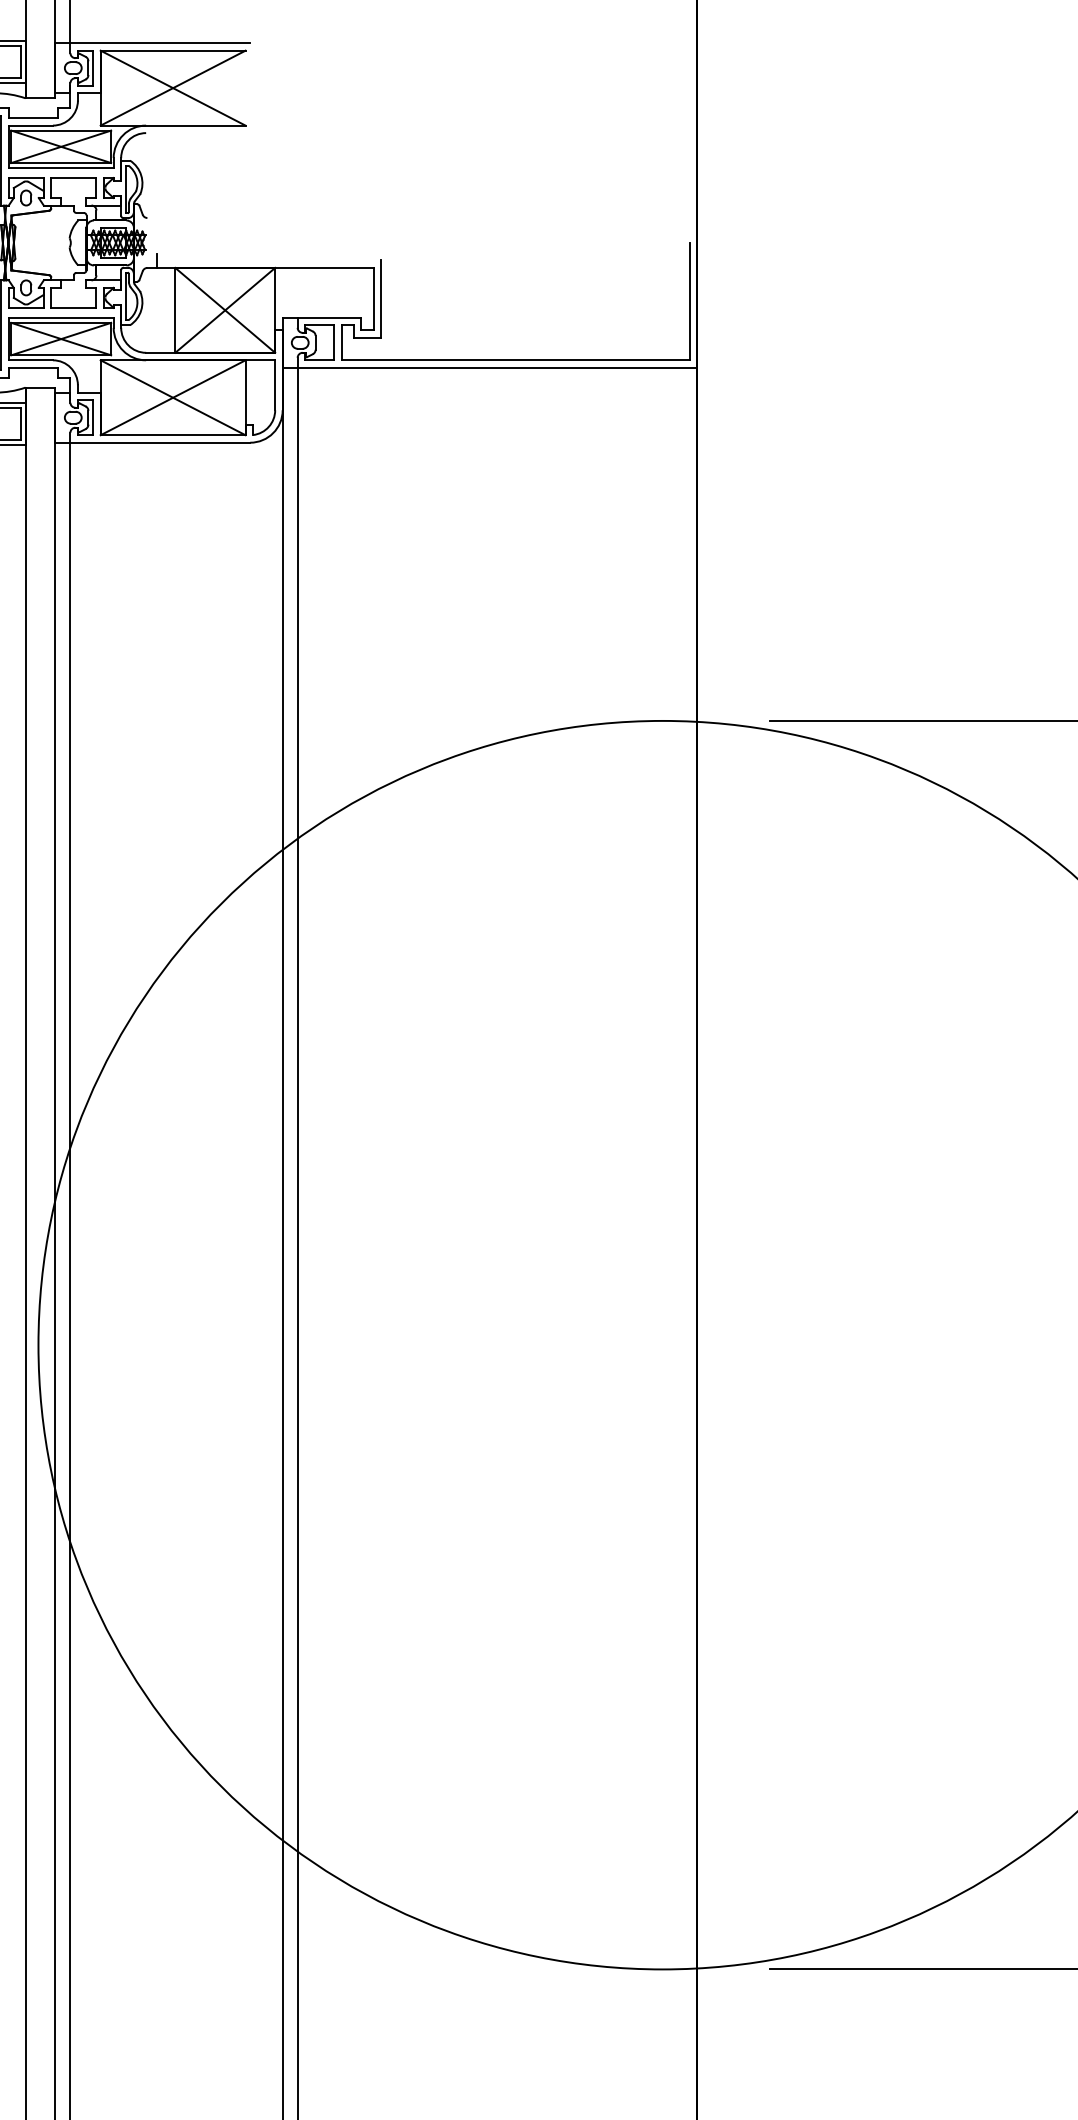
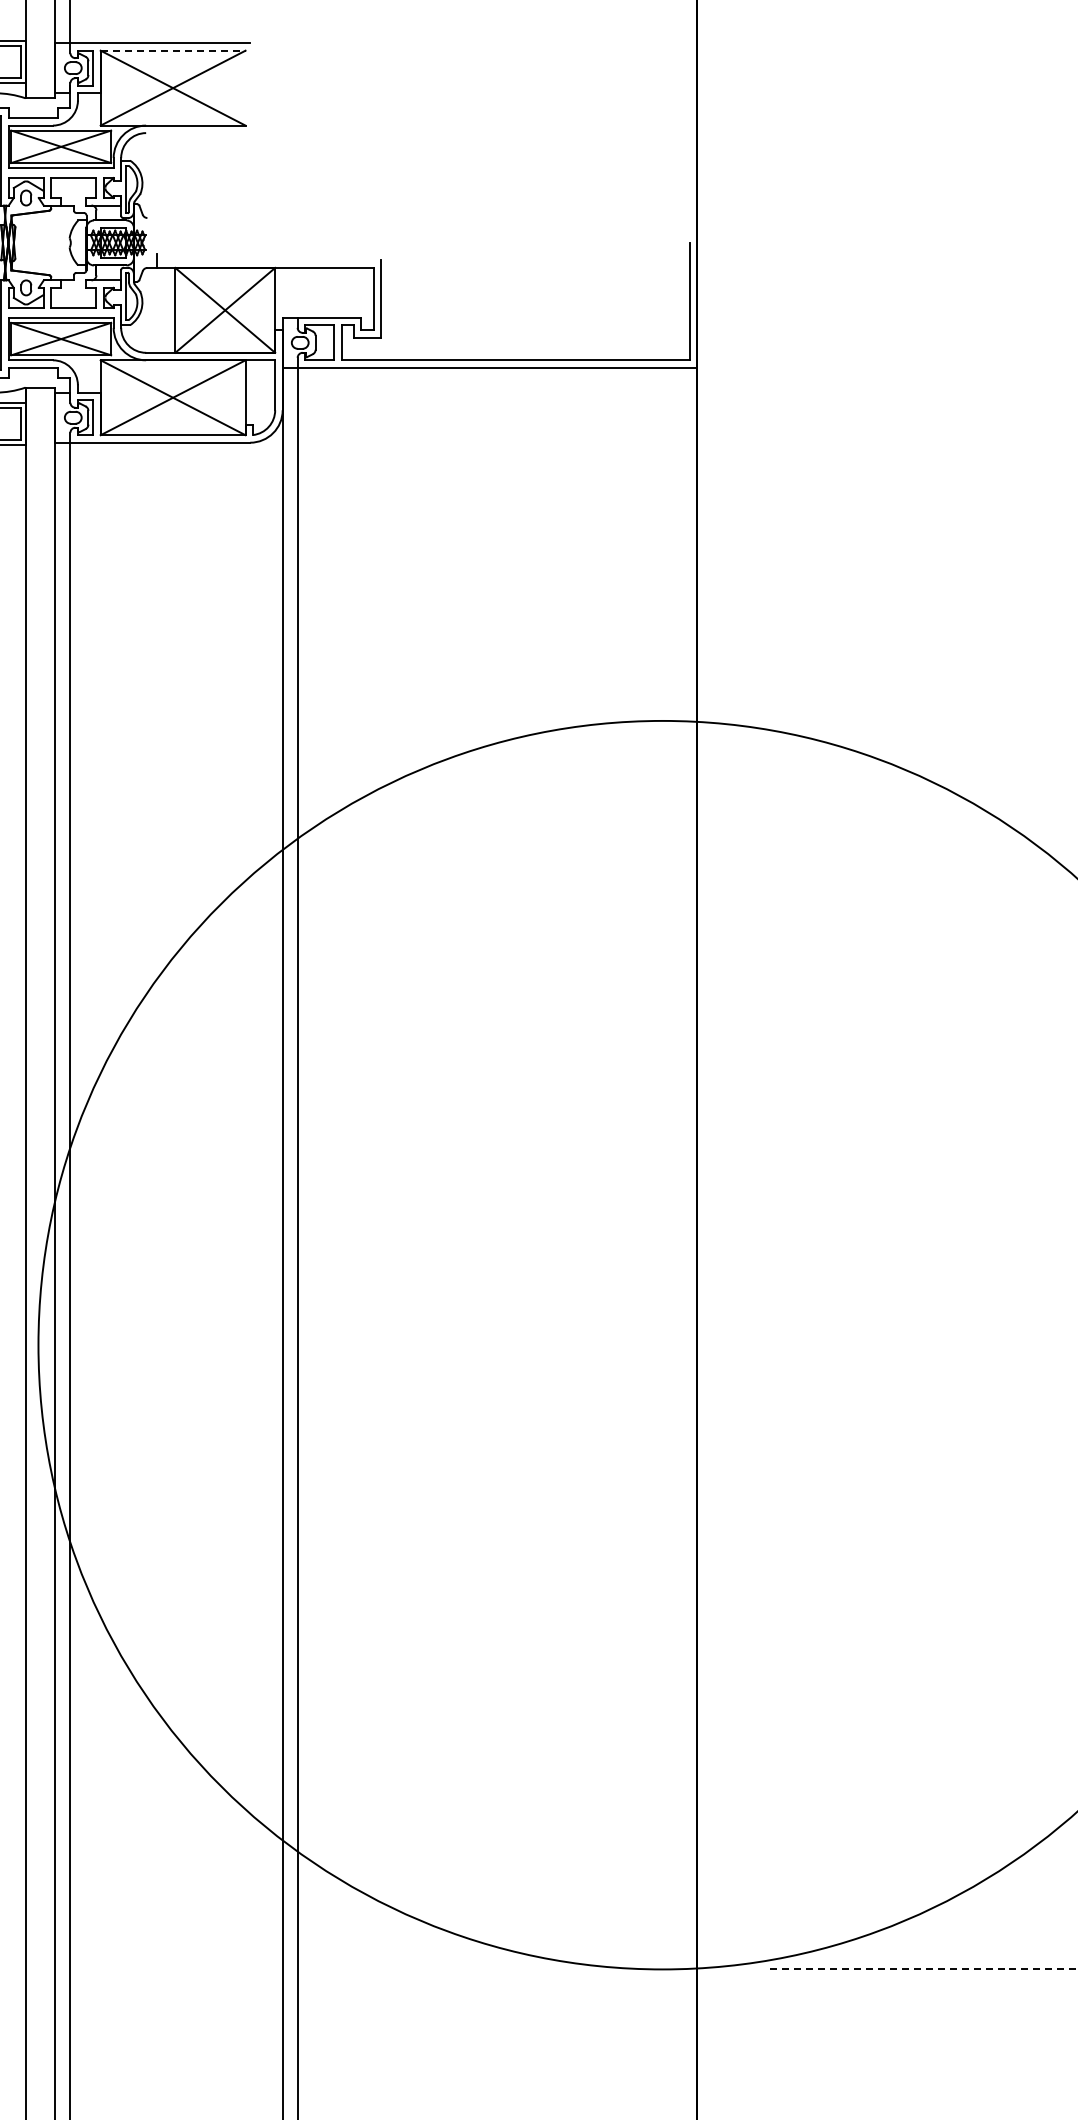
line at (173, 50): solid -> dashed
line at (921, 720): present -> none
line at (923, 1969): solid -> dashed
